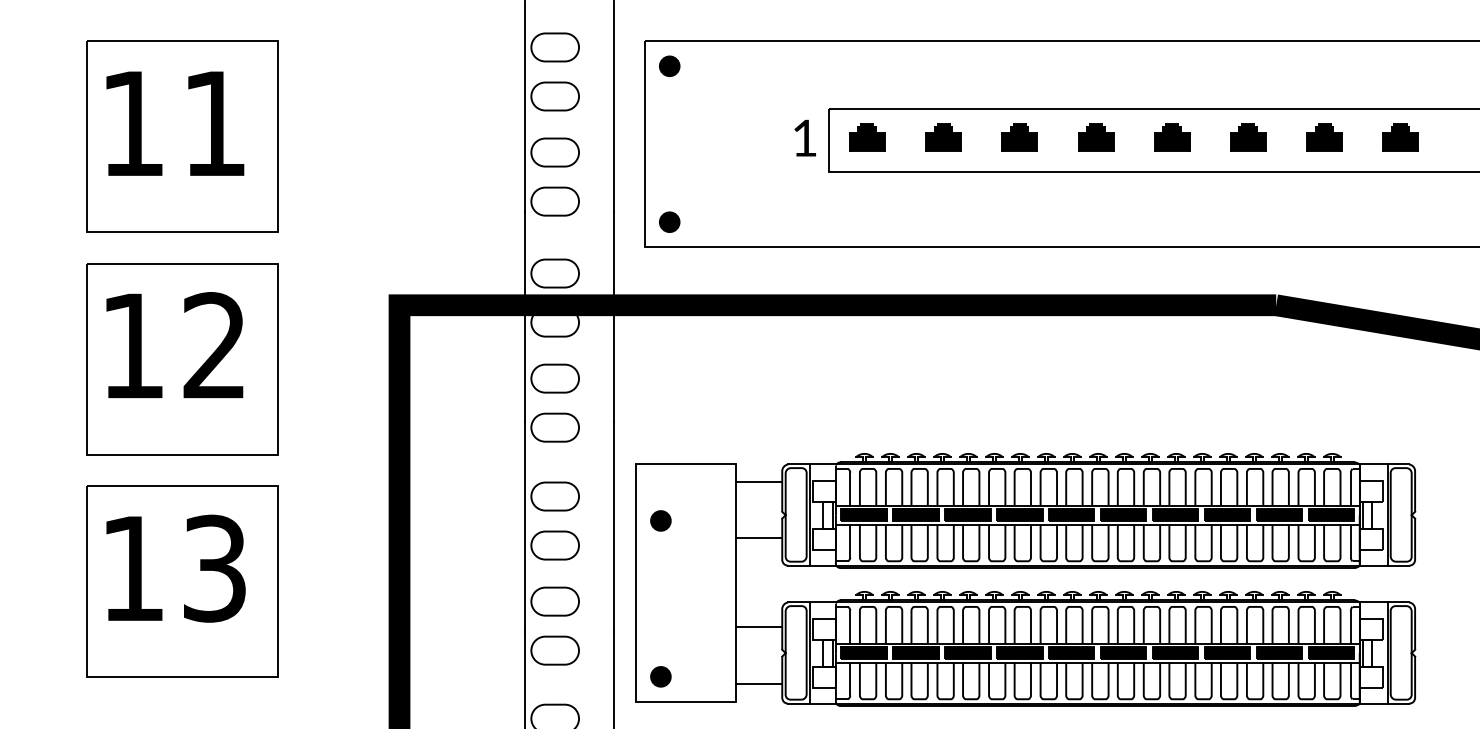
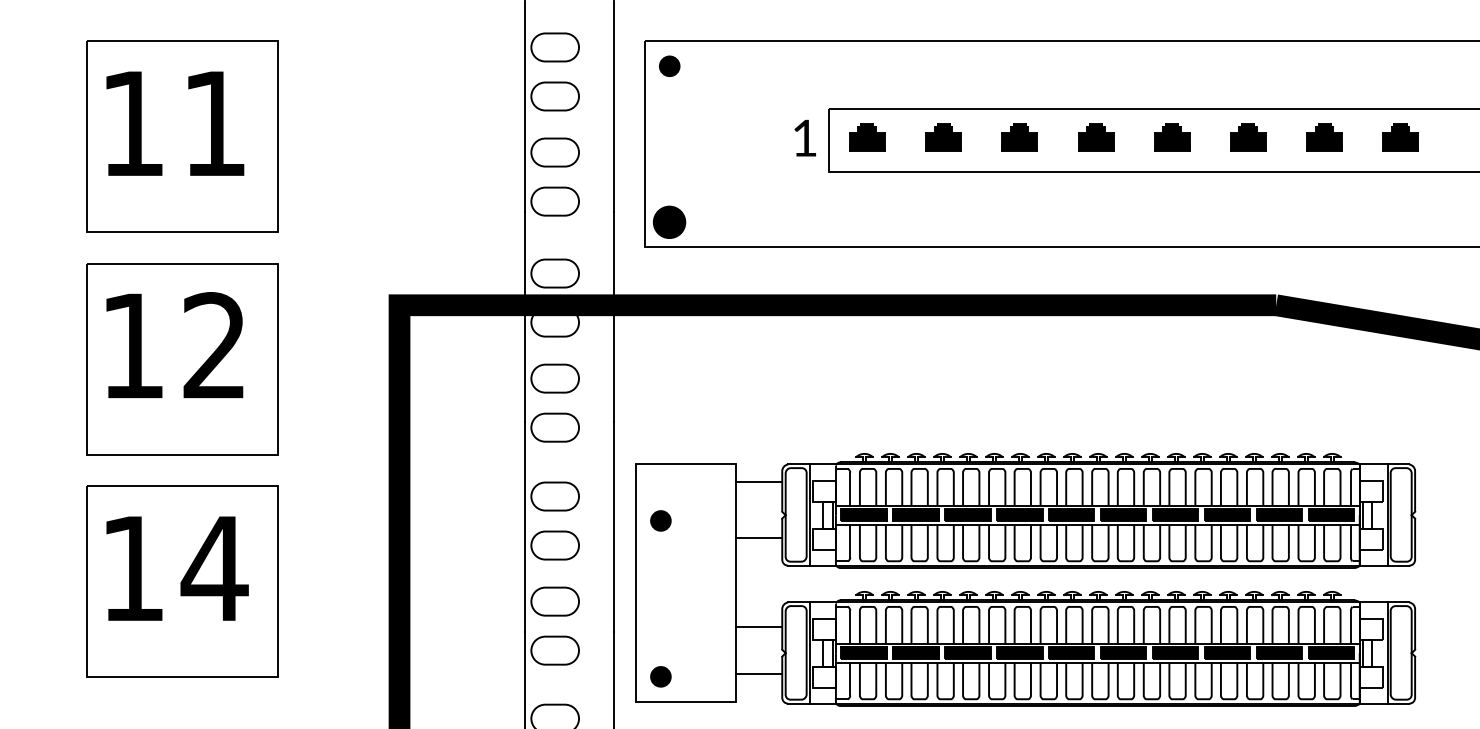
part at (669, 221) size: 22x22 px -> 35x34 px
text at (214, 568): 13 -> 14
line at (758, 684) position: (758, 684) -> (758, 674)
